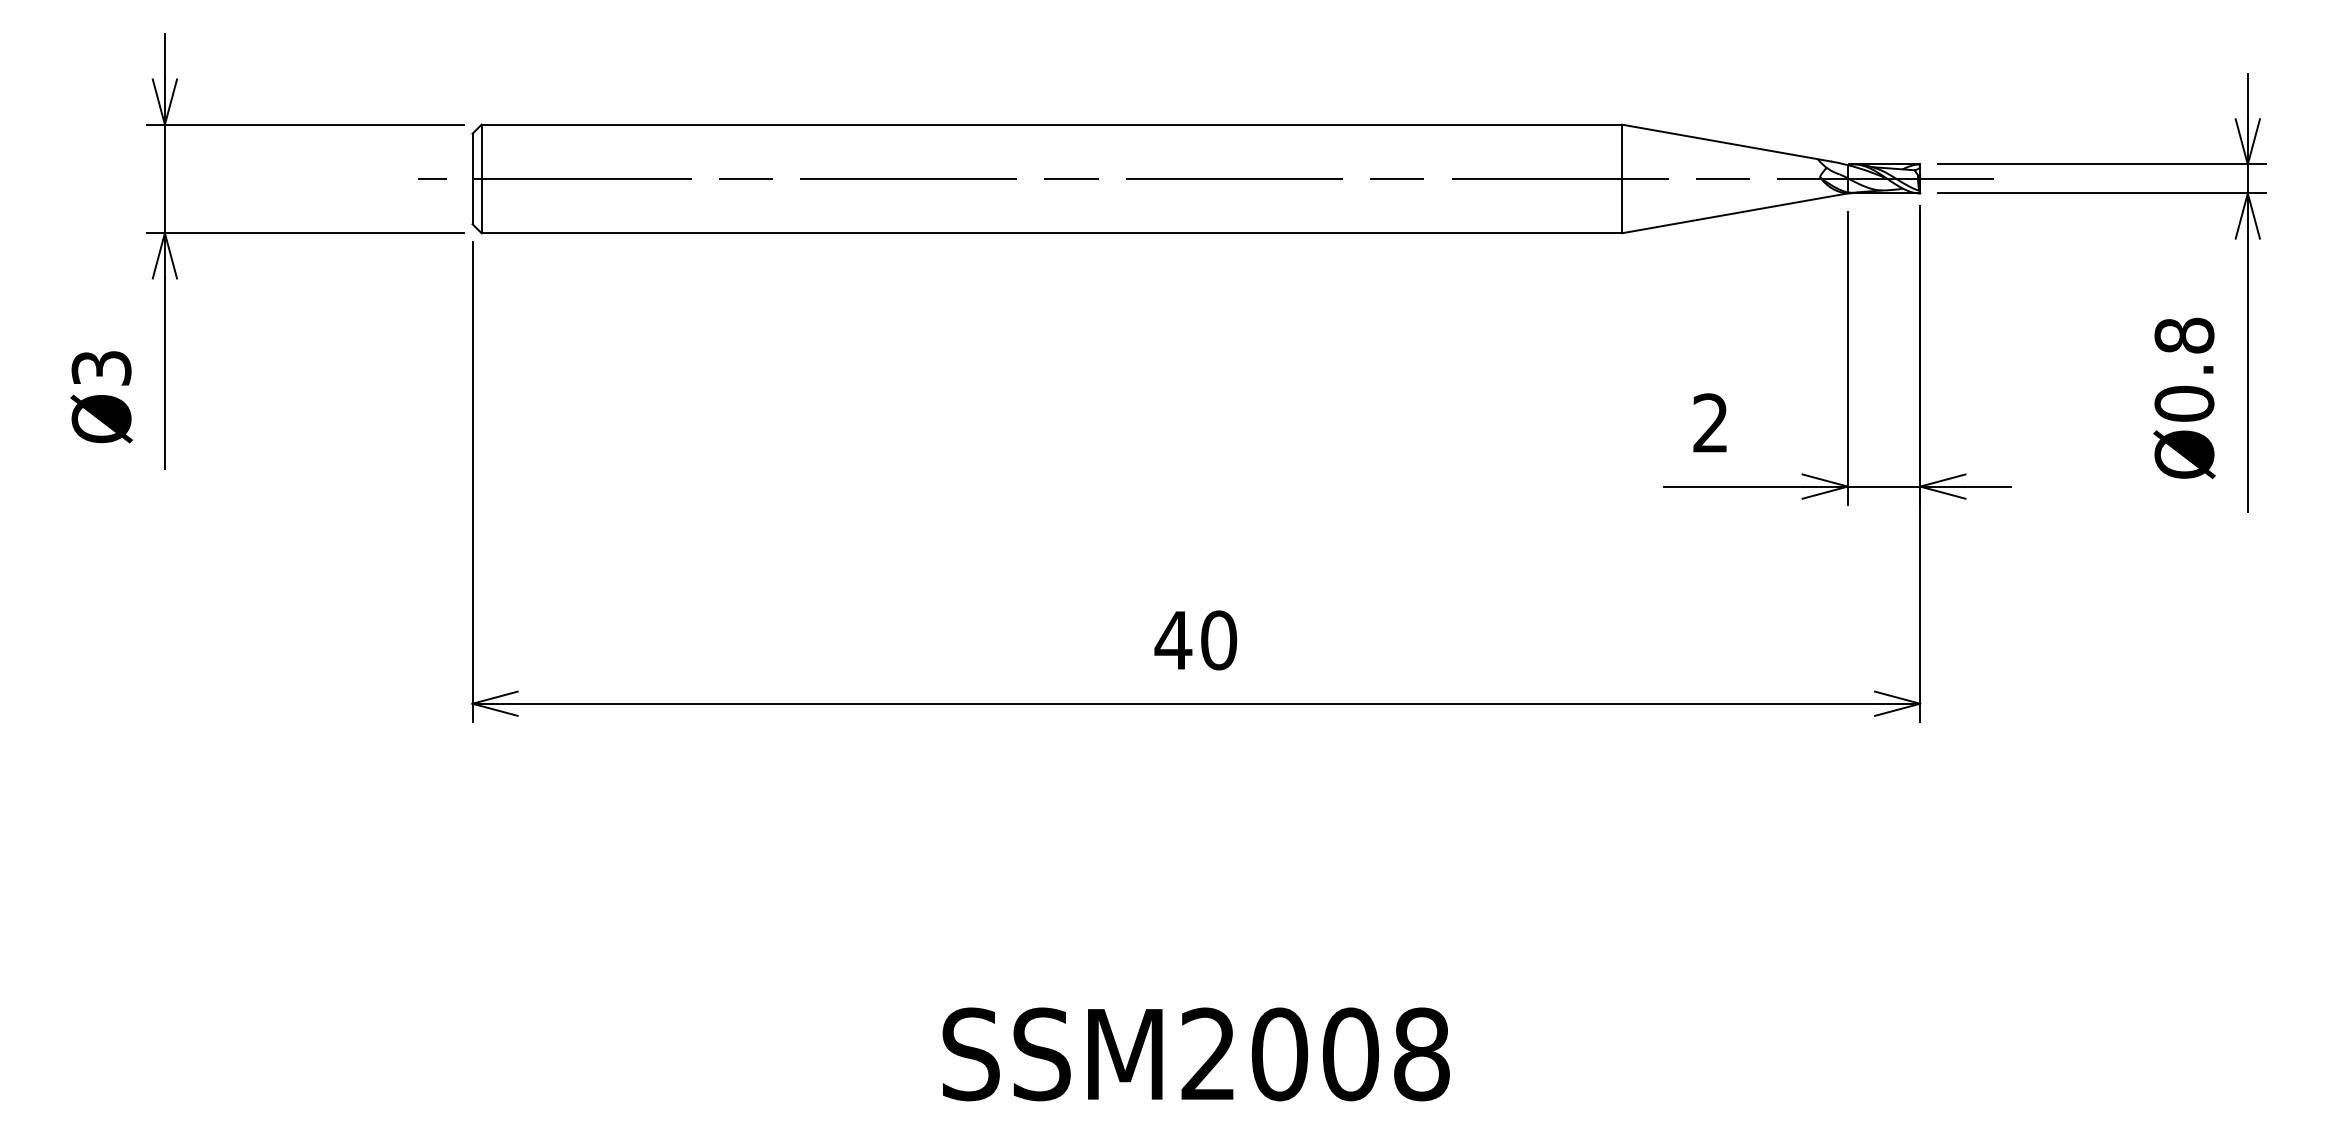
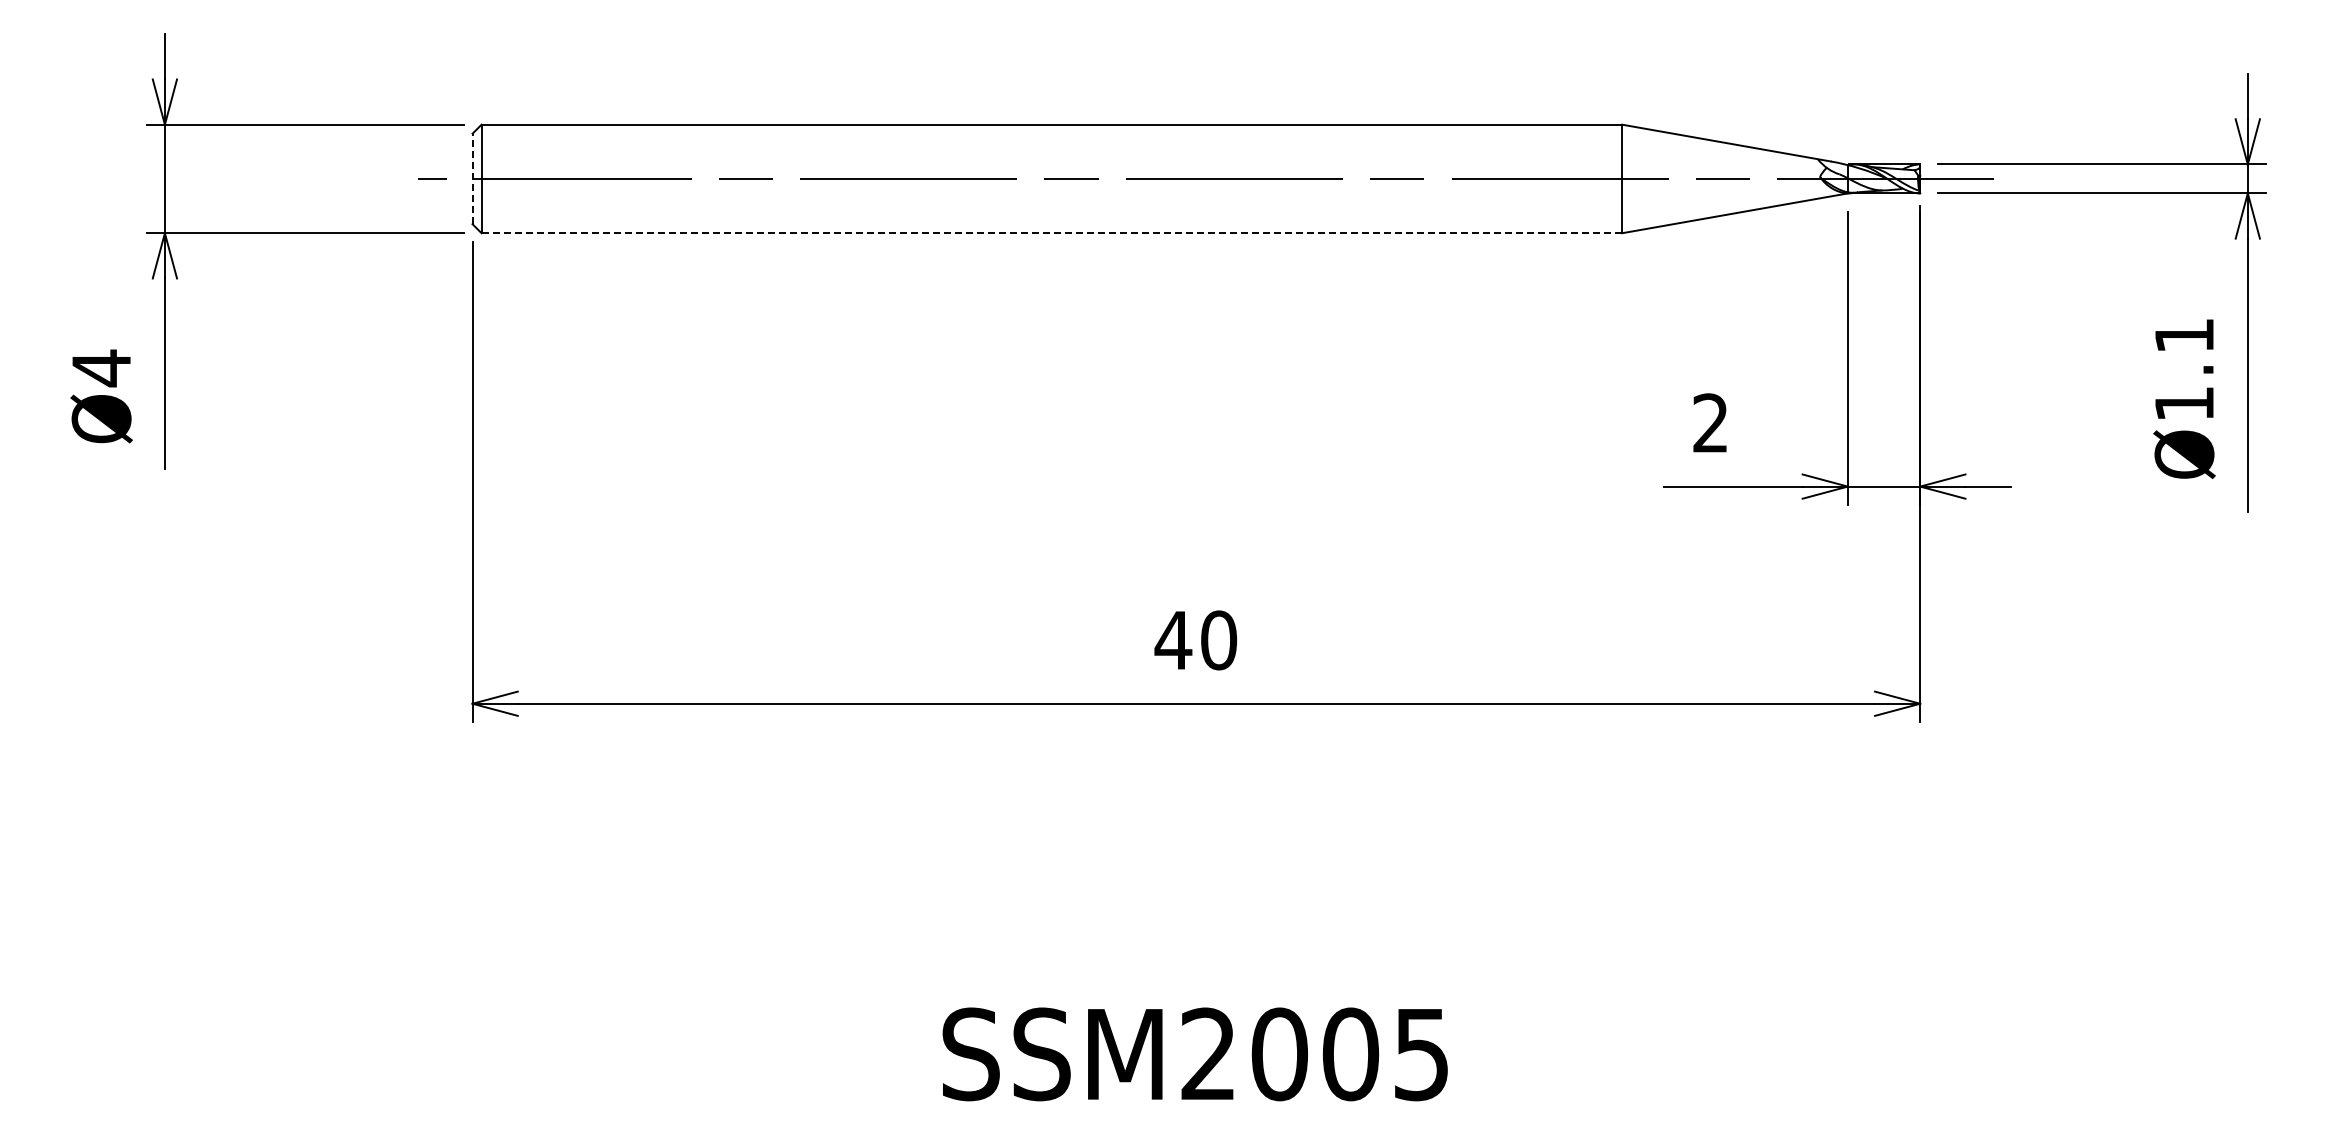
line at (472, 178): solid -> dashed
line at (1052, 233): solid -> dashed
text at (101, 368): Ø3 -> Ø4
text at (2184, 369): Ø0.8 -> Ø1.1
text at (1421, 1054): SSM2008 -> SSM2005
